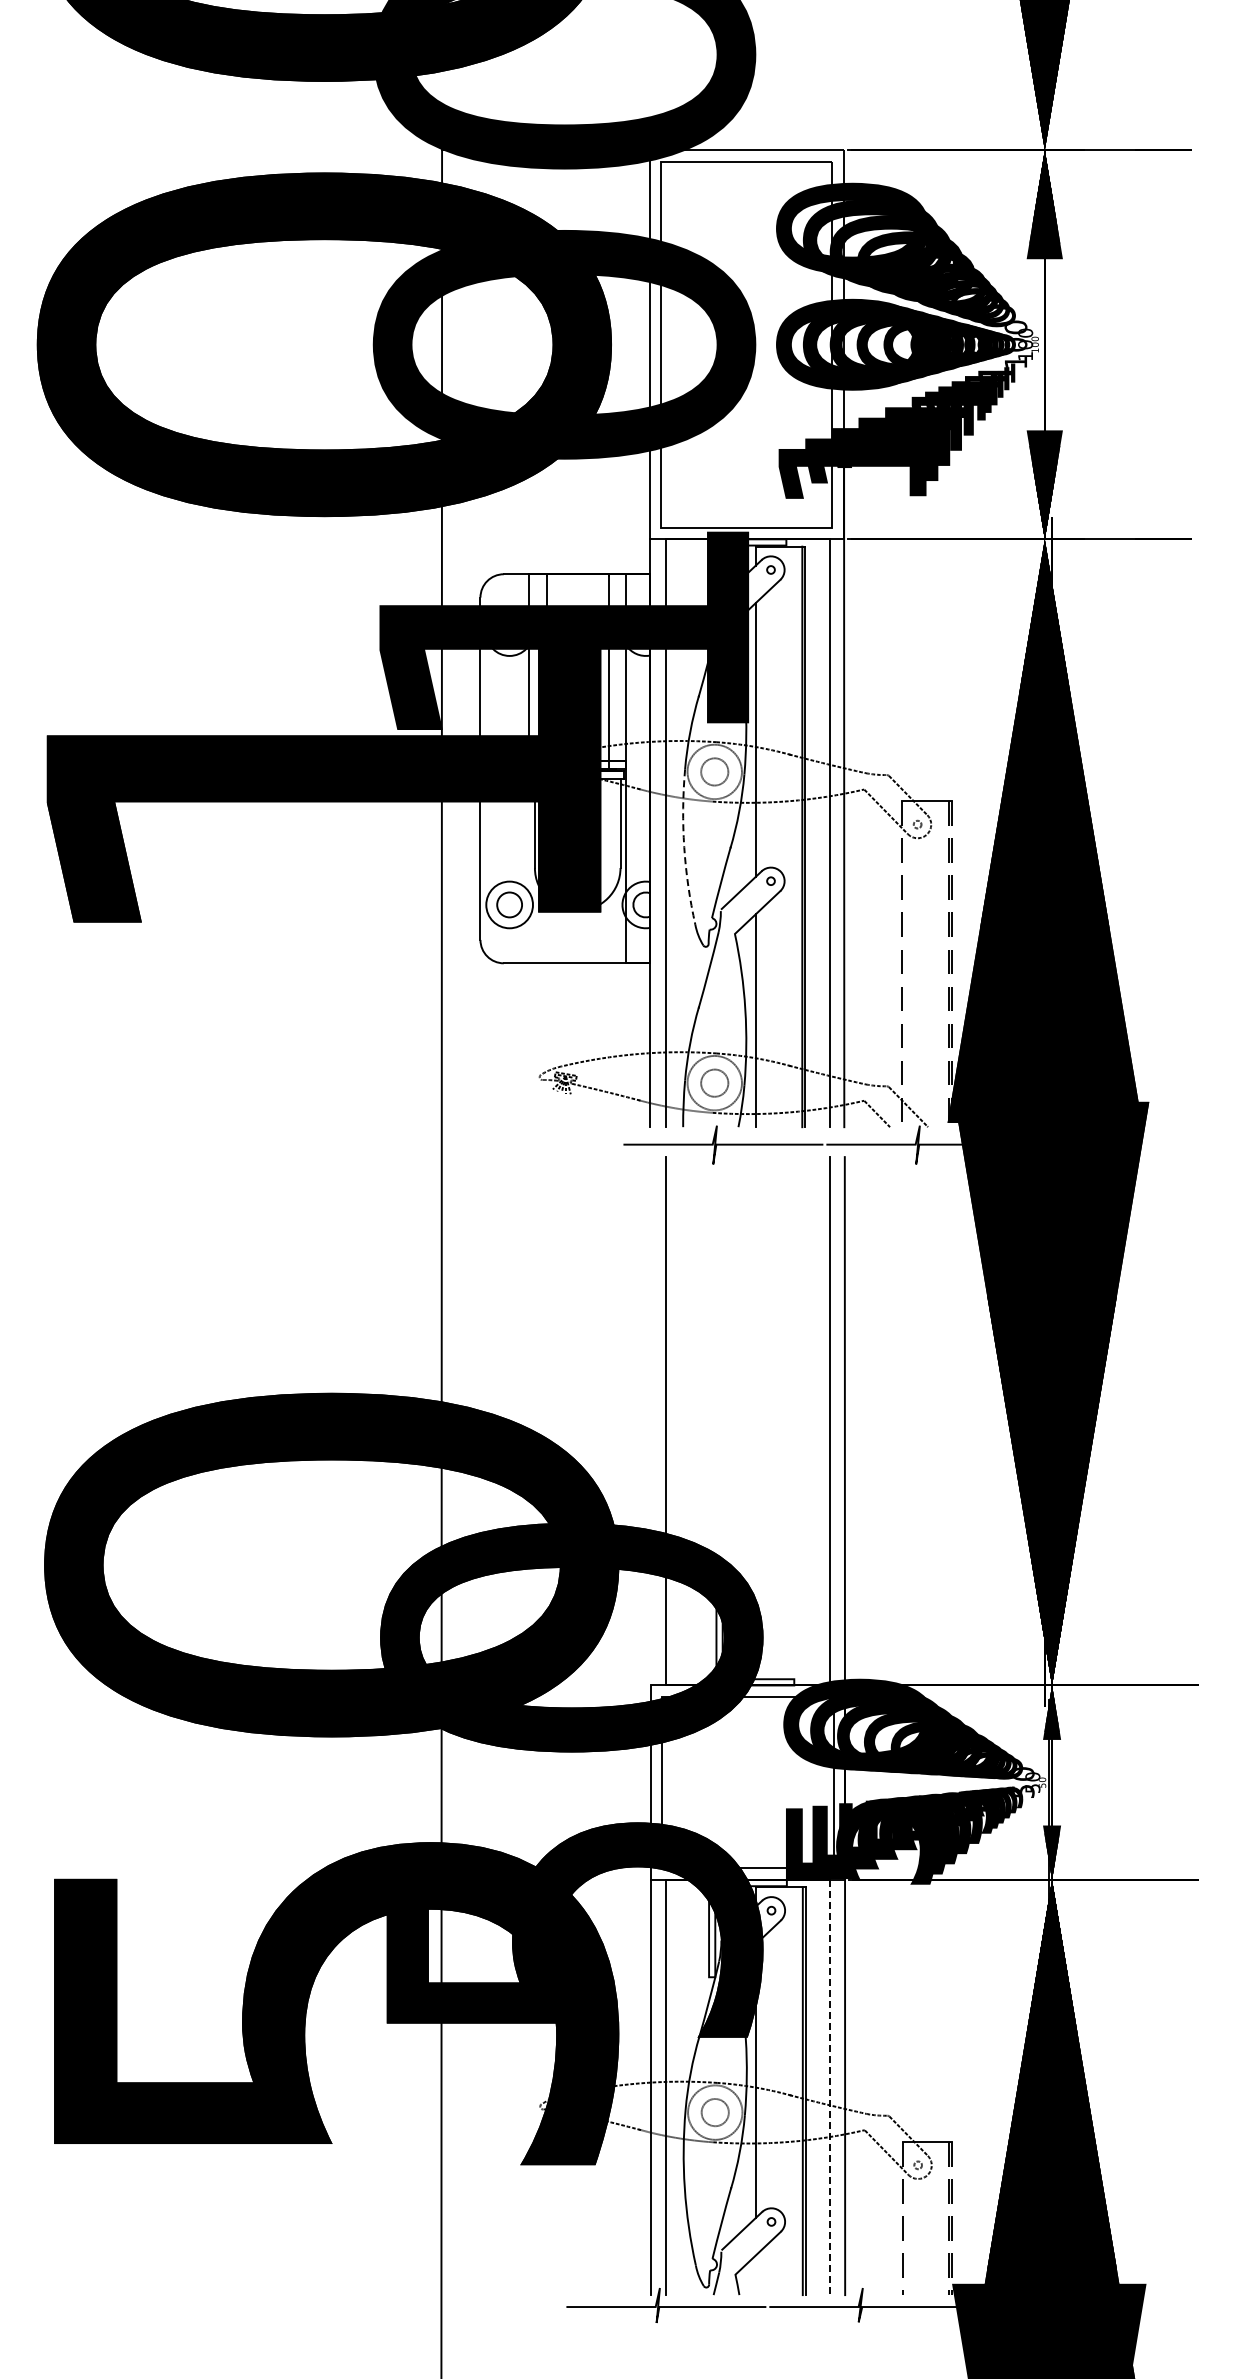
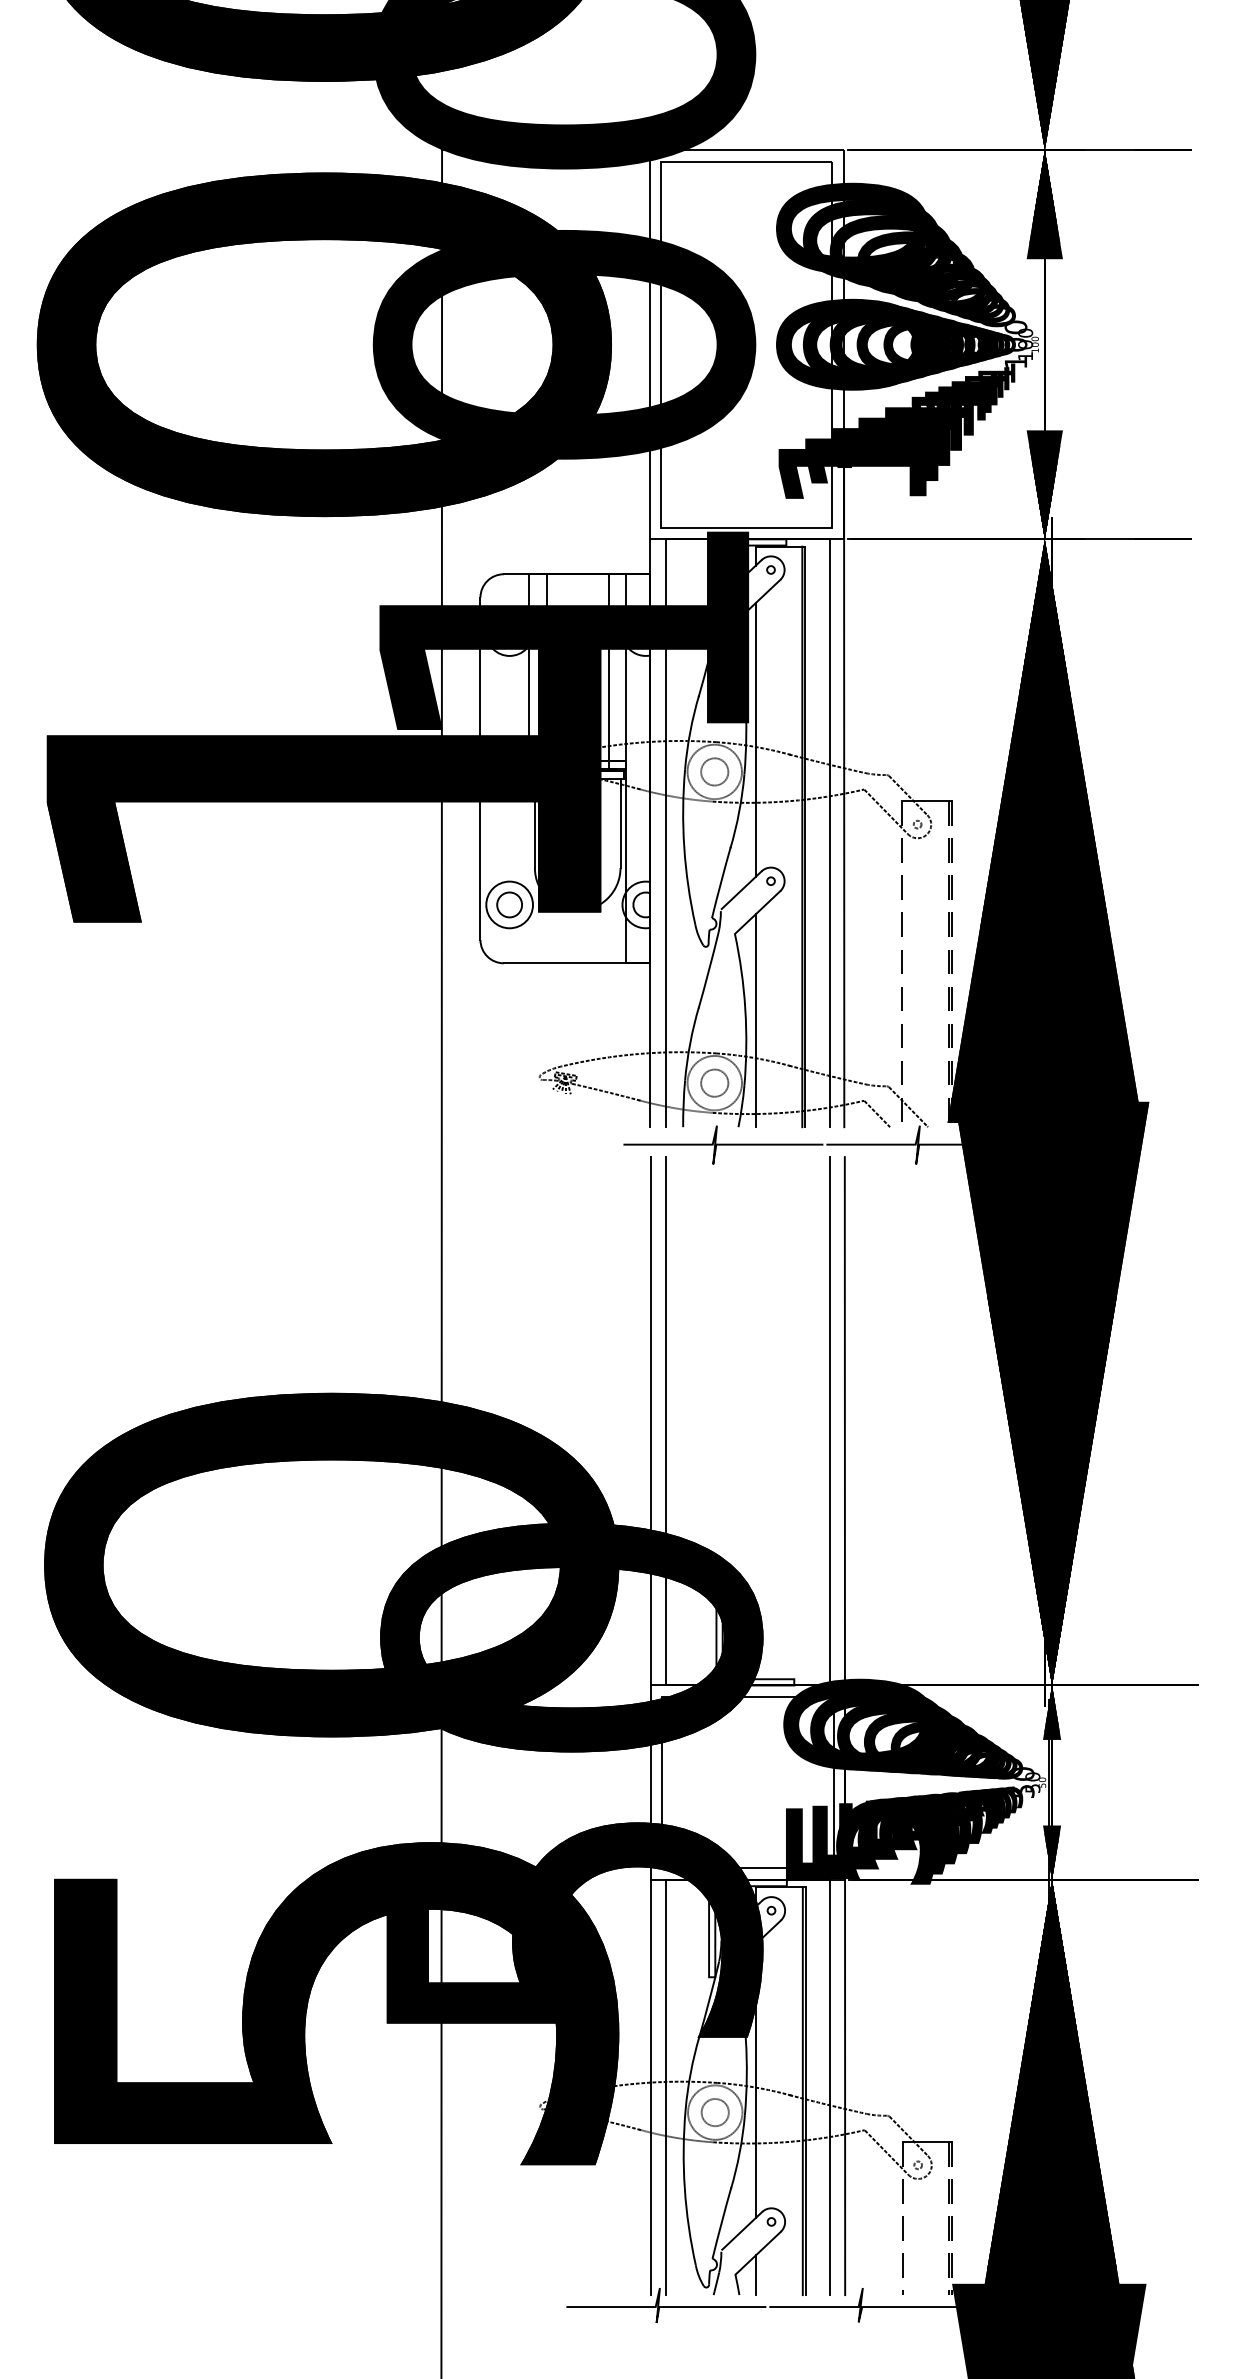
arc at (684, 847): dashed -> solid
line at (650, 1421): none -> present
line at (830, 2087): dashed -> solid
line at (756, 2275): none -> present
